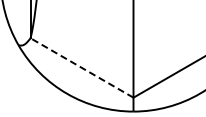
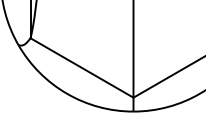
line at (81, 67): dashed -> solid
